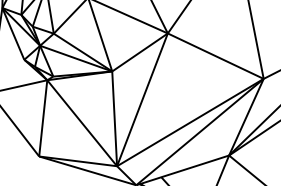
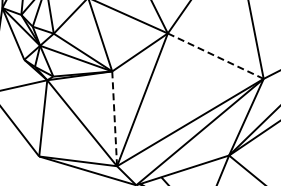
line at (215, 55): solid -> dashed
line at (114, 118): solid -> dashed
